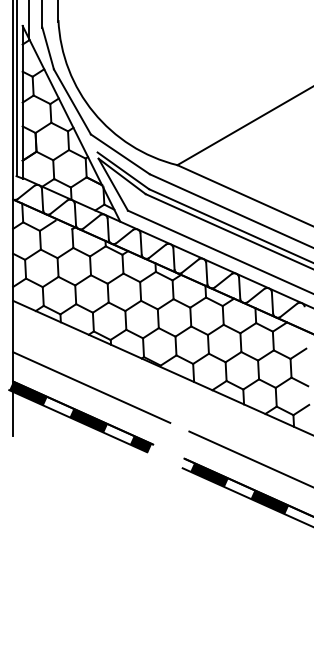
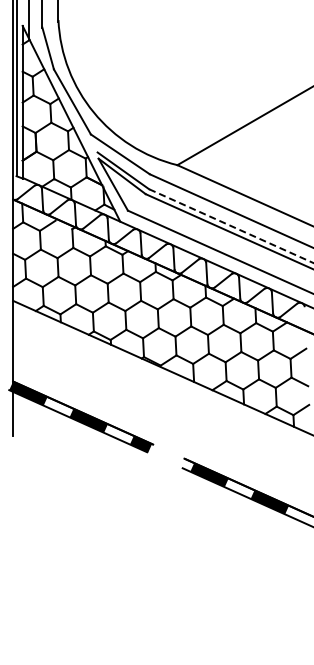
line at (231, 226): solid -> dashed
line at (91, 387): present -> none
line at (249, 458): present -> none
